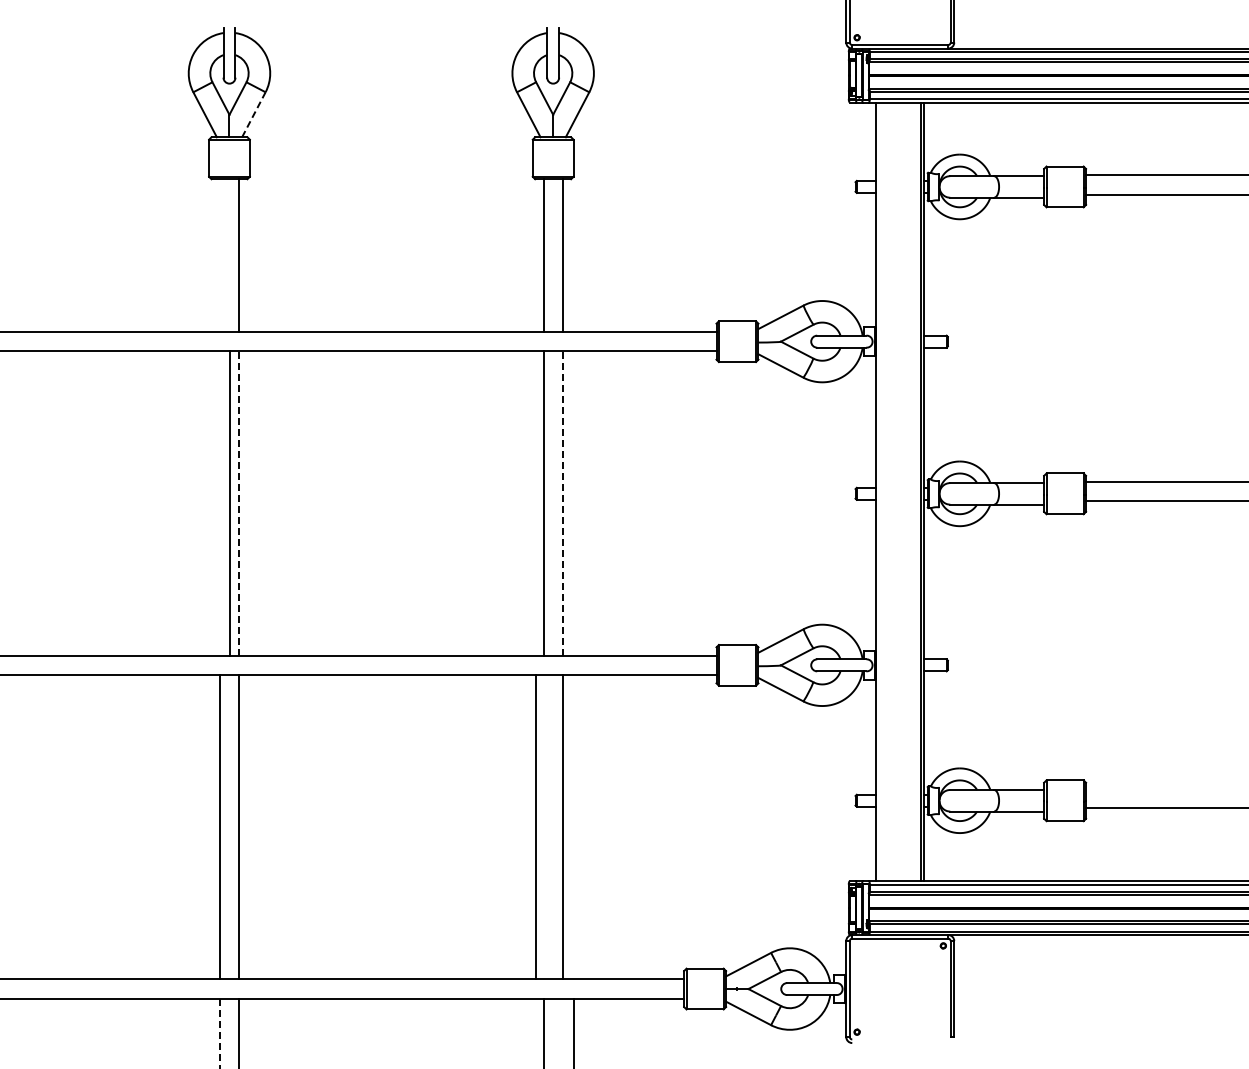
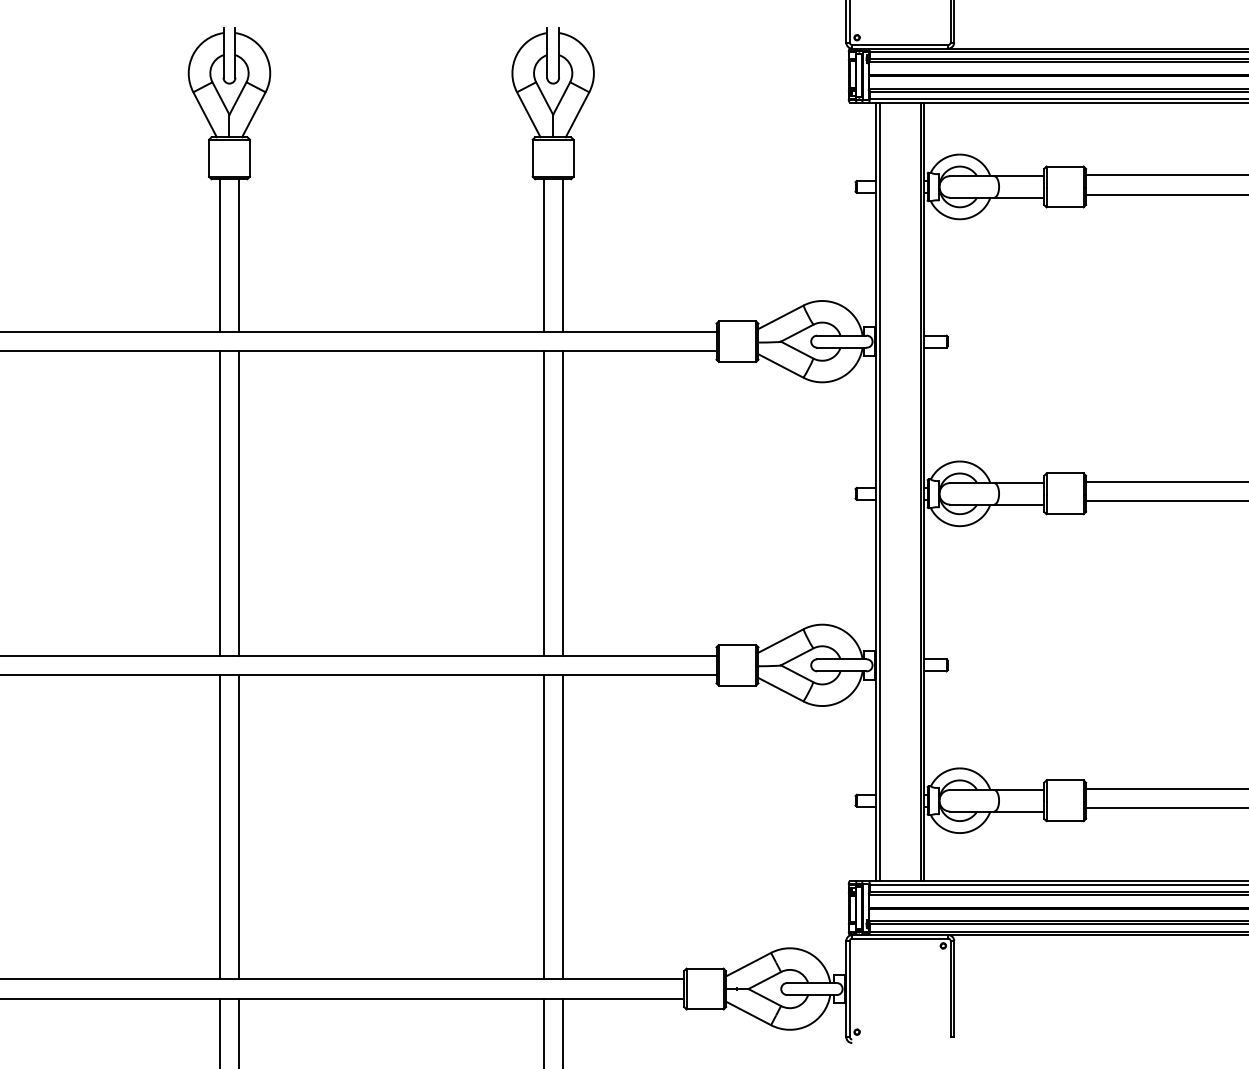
line at (254, 114): dashed -> solid
line at (219, 255): none -> present
line at (879, 491): none -> present
line at (229, 503) position: (229, 503) -> (219, 503)
line at (239, 503): dashed -> solid
line at (562, 503): dashed -> solid
line at (1165, 789): none -> present
line at (535, 826) position: (535, 826) -> (543, 826)
line at (573, 1031) position: (573, 1031) -> (562, 1031)
line at (219, 1033): dashed -> solid
